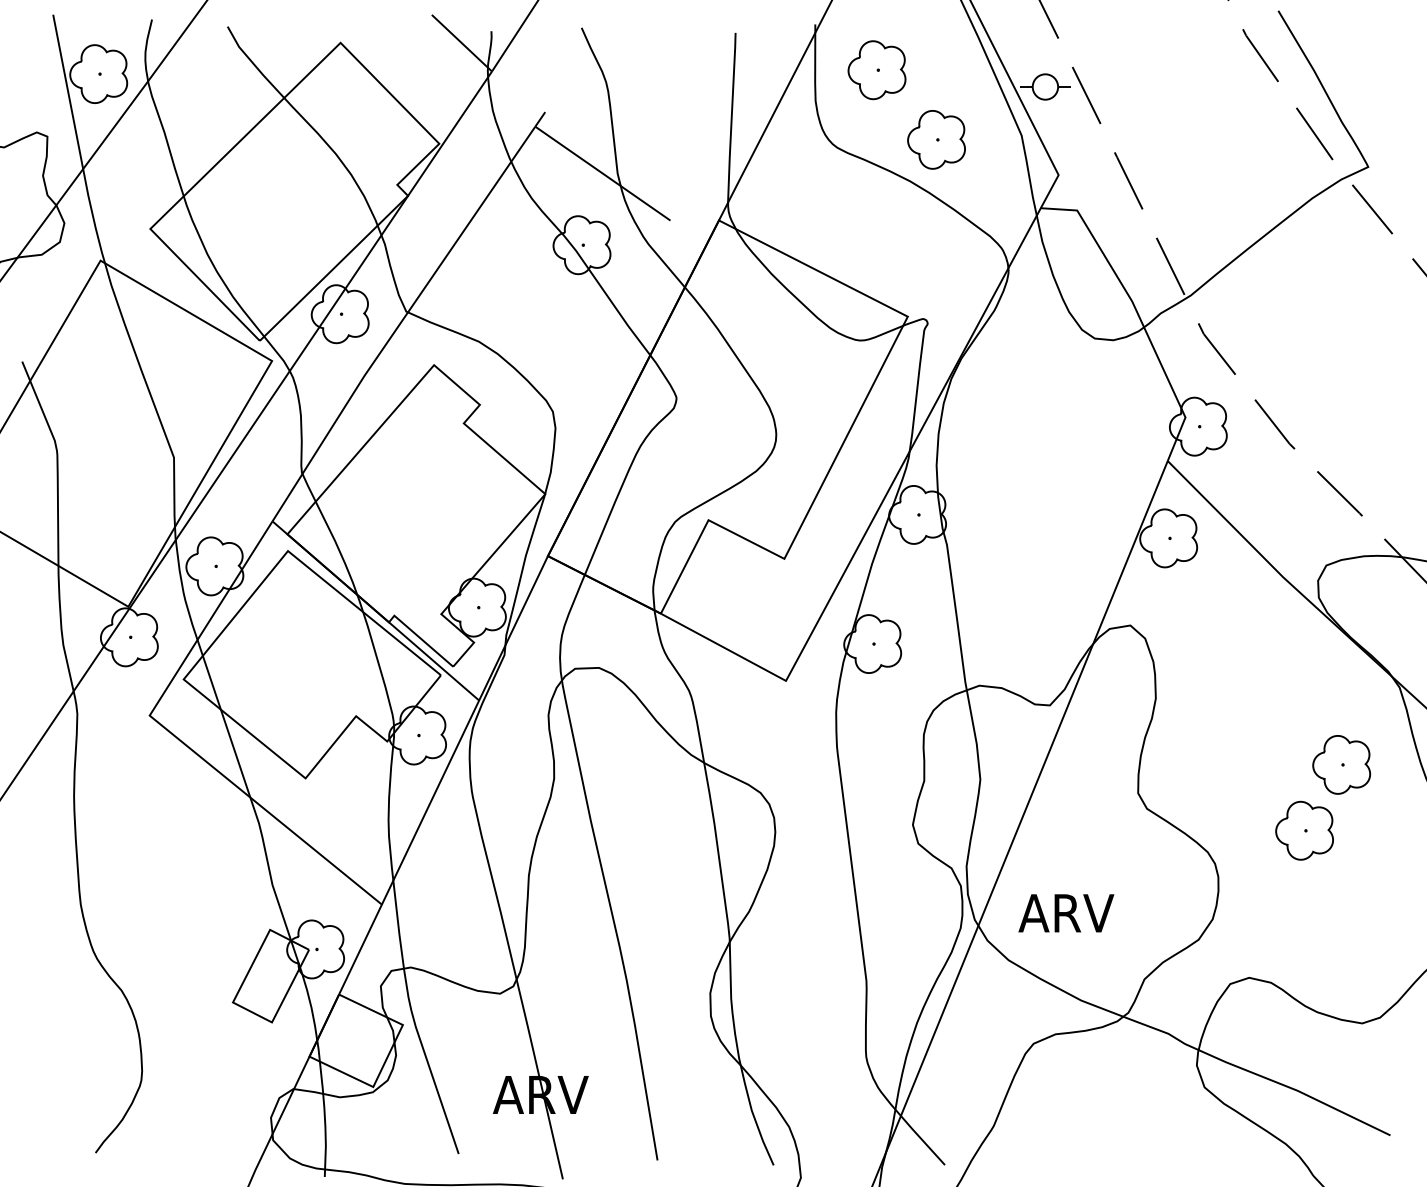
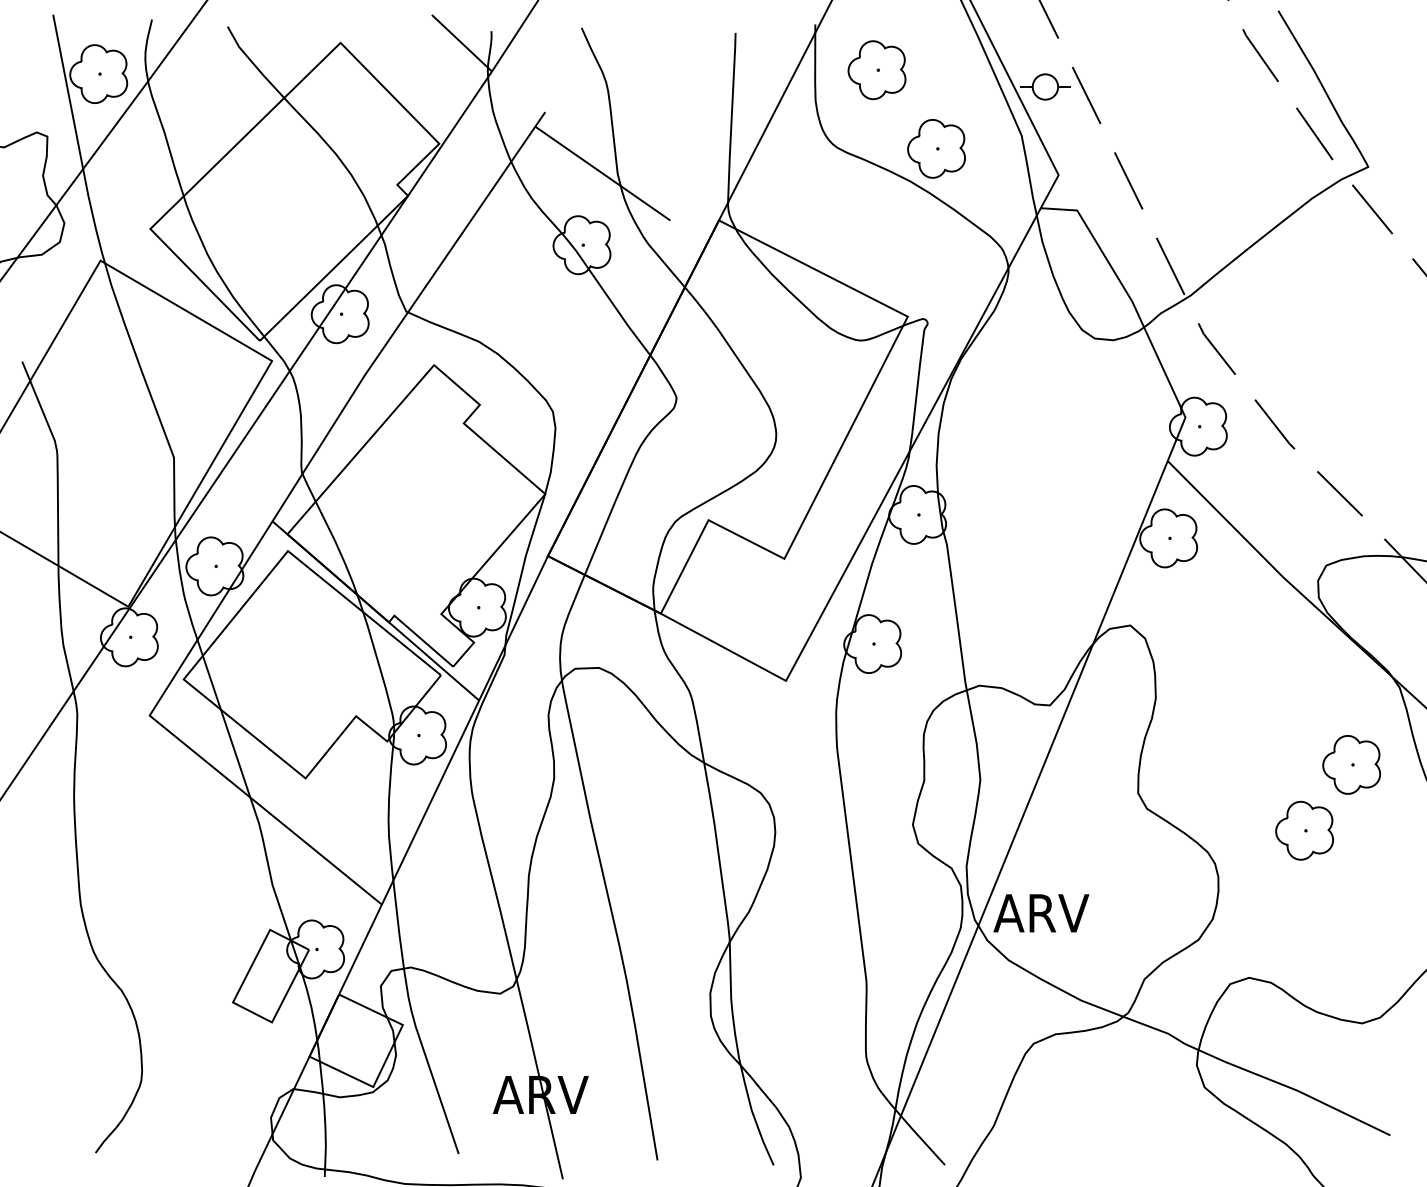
part at (936, 139) position: (936, 139) -> (936, 148)
part at (1341, 764) position: (1341, 764) -> (1351, 764)
text at (1066, 913) position: (1066, 913) -> (1041, 913)
